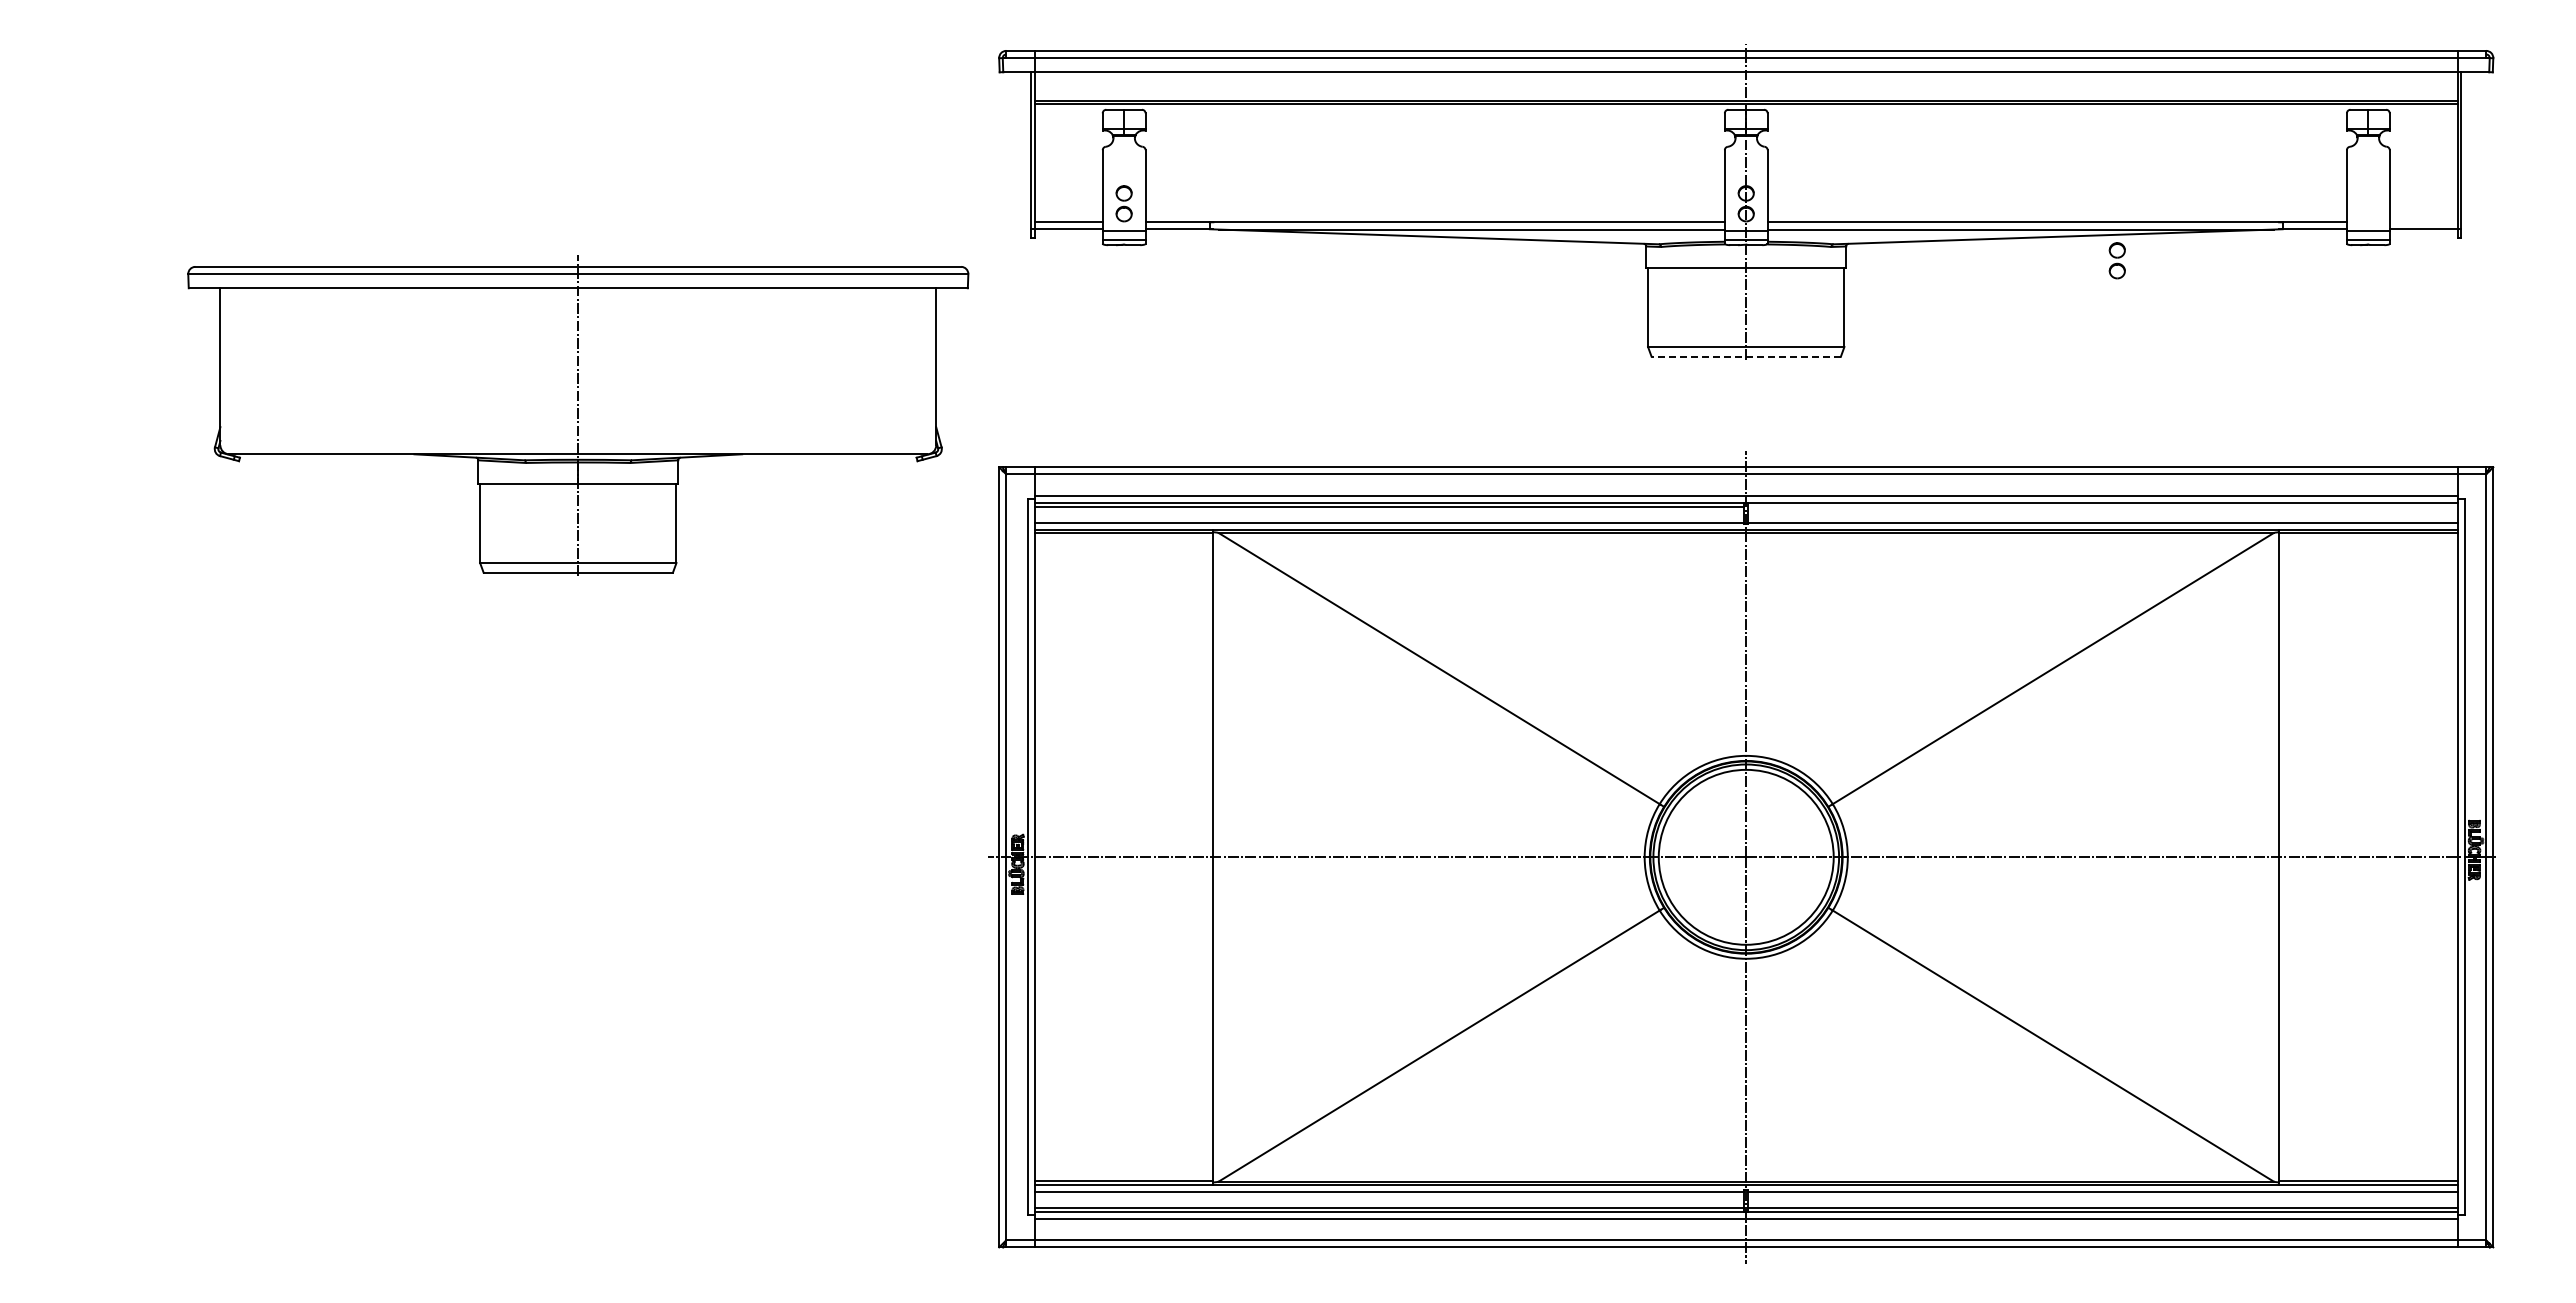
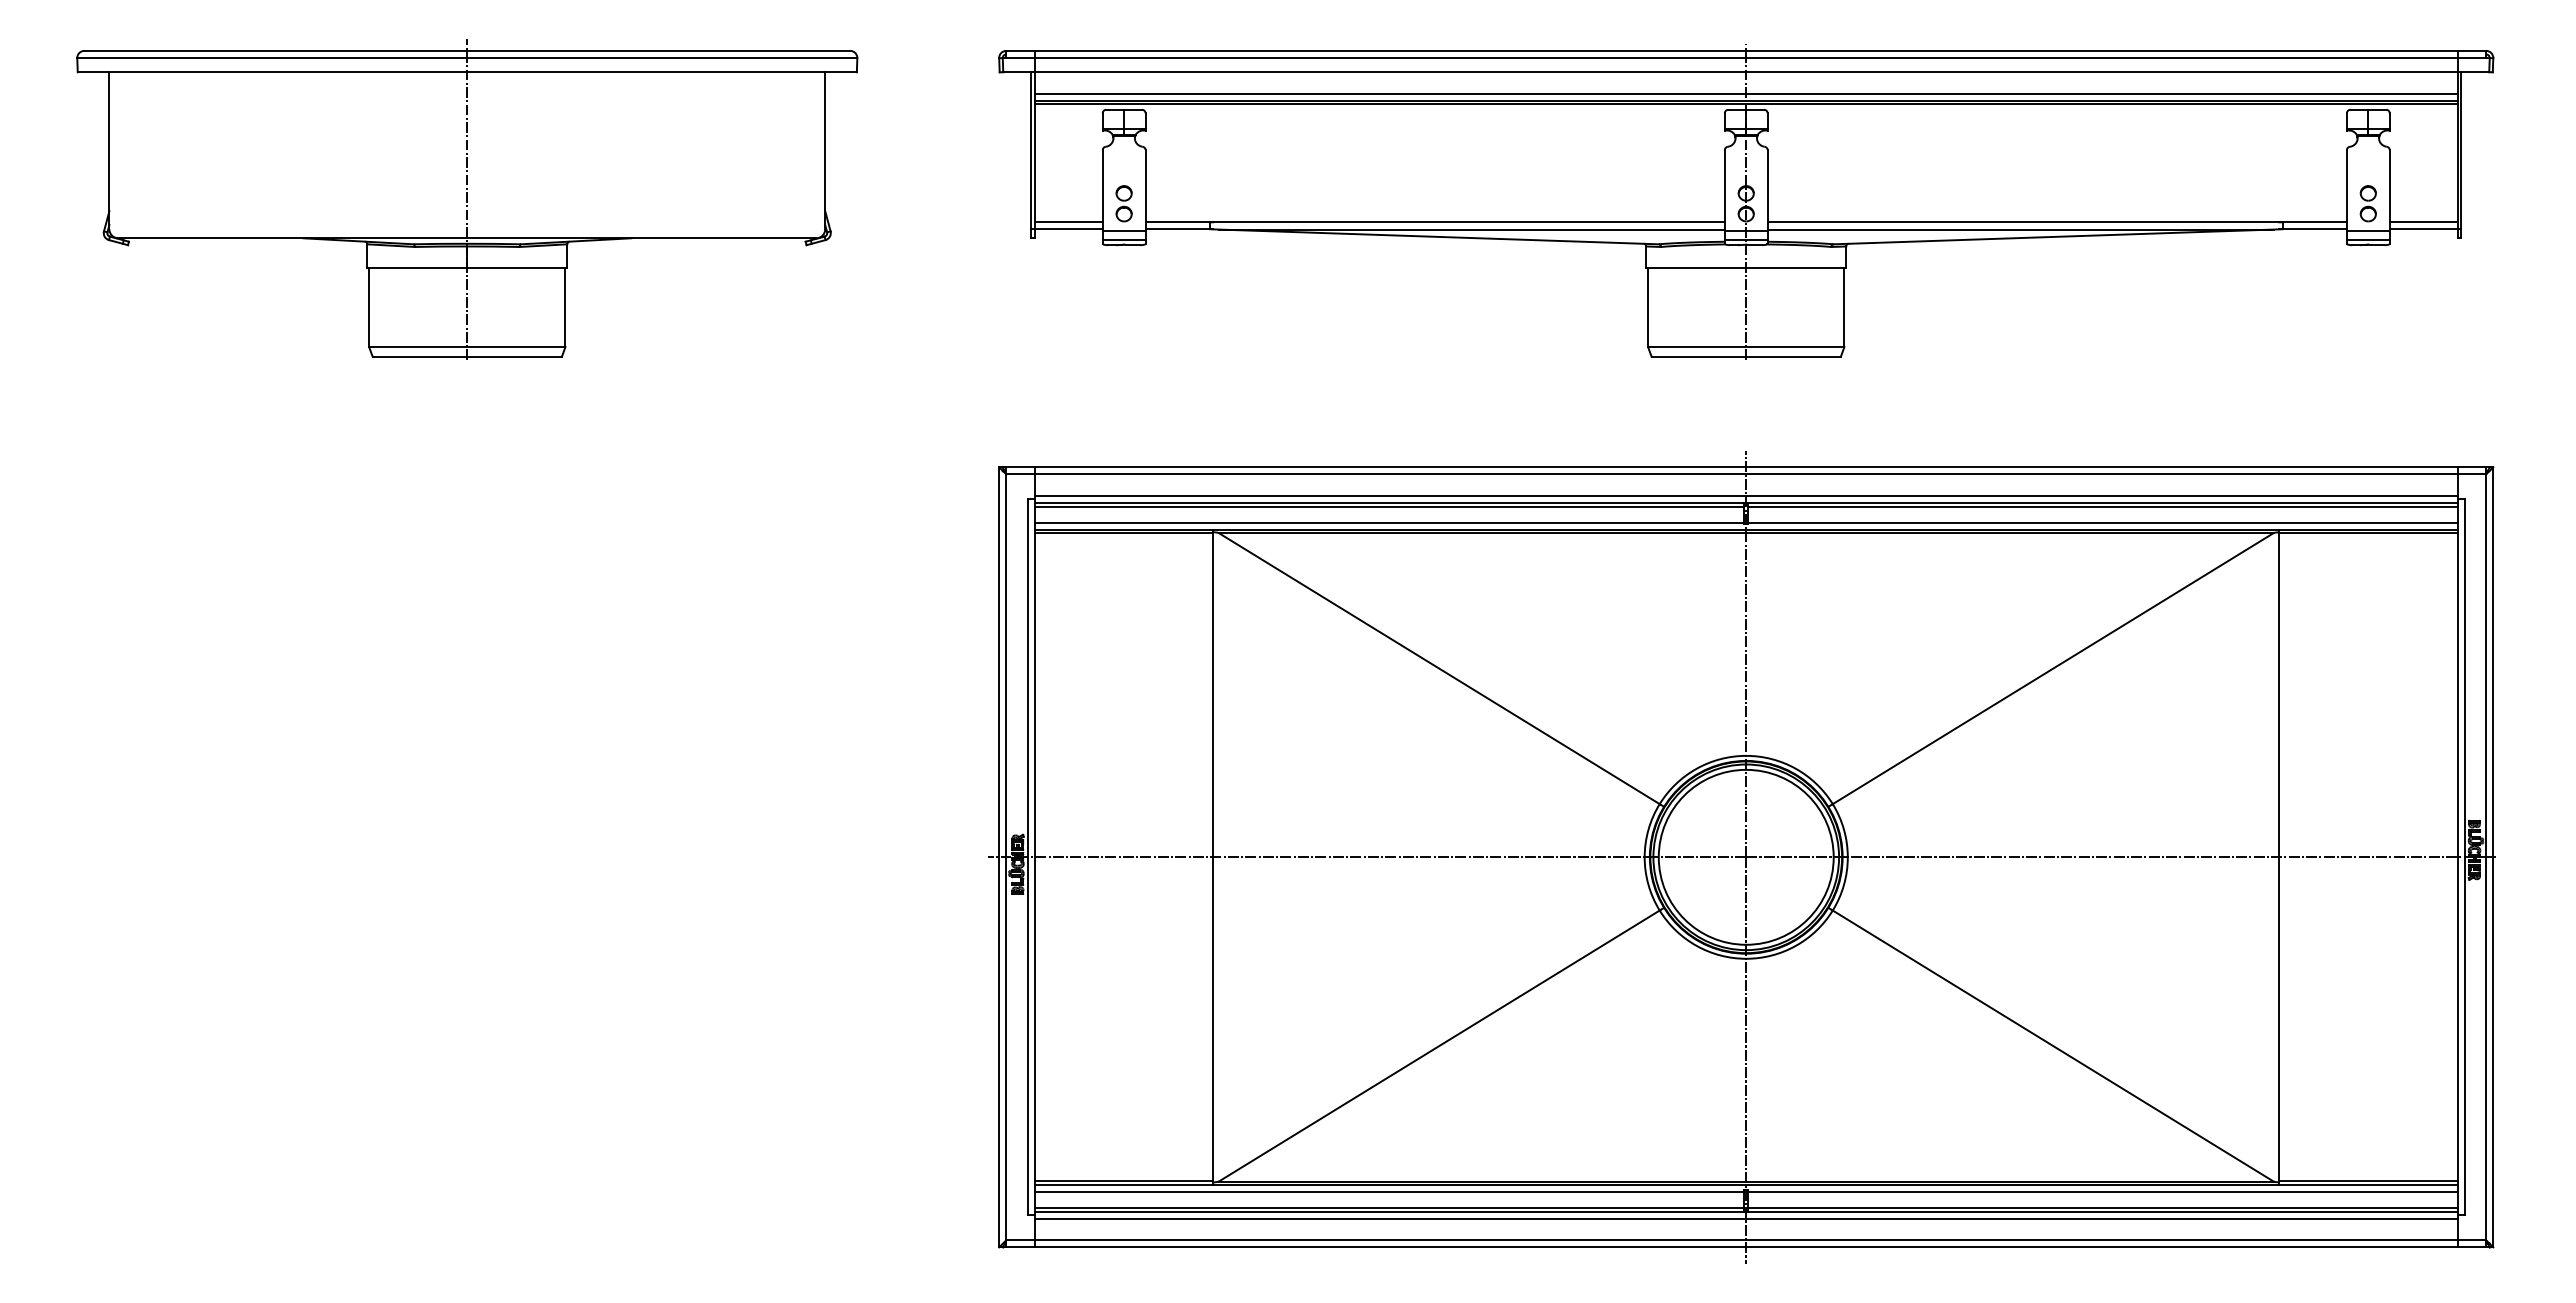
line at (1745, 93): none -> present
line at (2423, 222): none -> present
part at (2116, 260) position: (2116, 260) -> (2367, 203)
line at (1746, 356): dashed -> solid
part at (578, 415) position: (578, 415) -> (467, 199)
line at (2102, 506): none -> present
